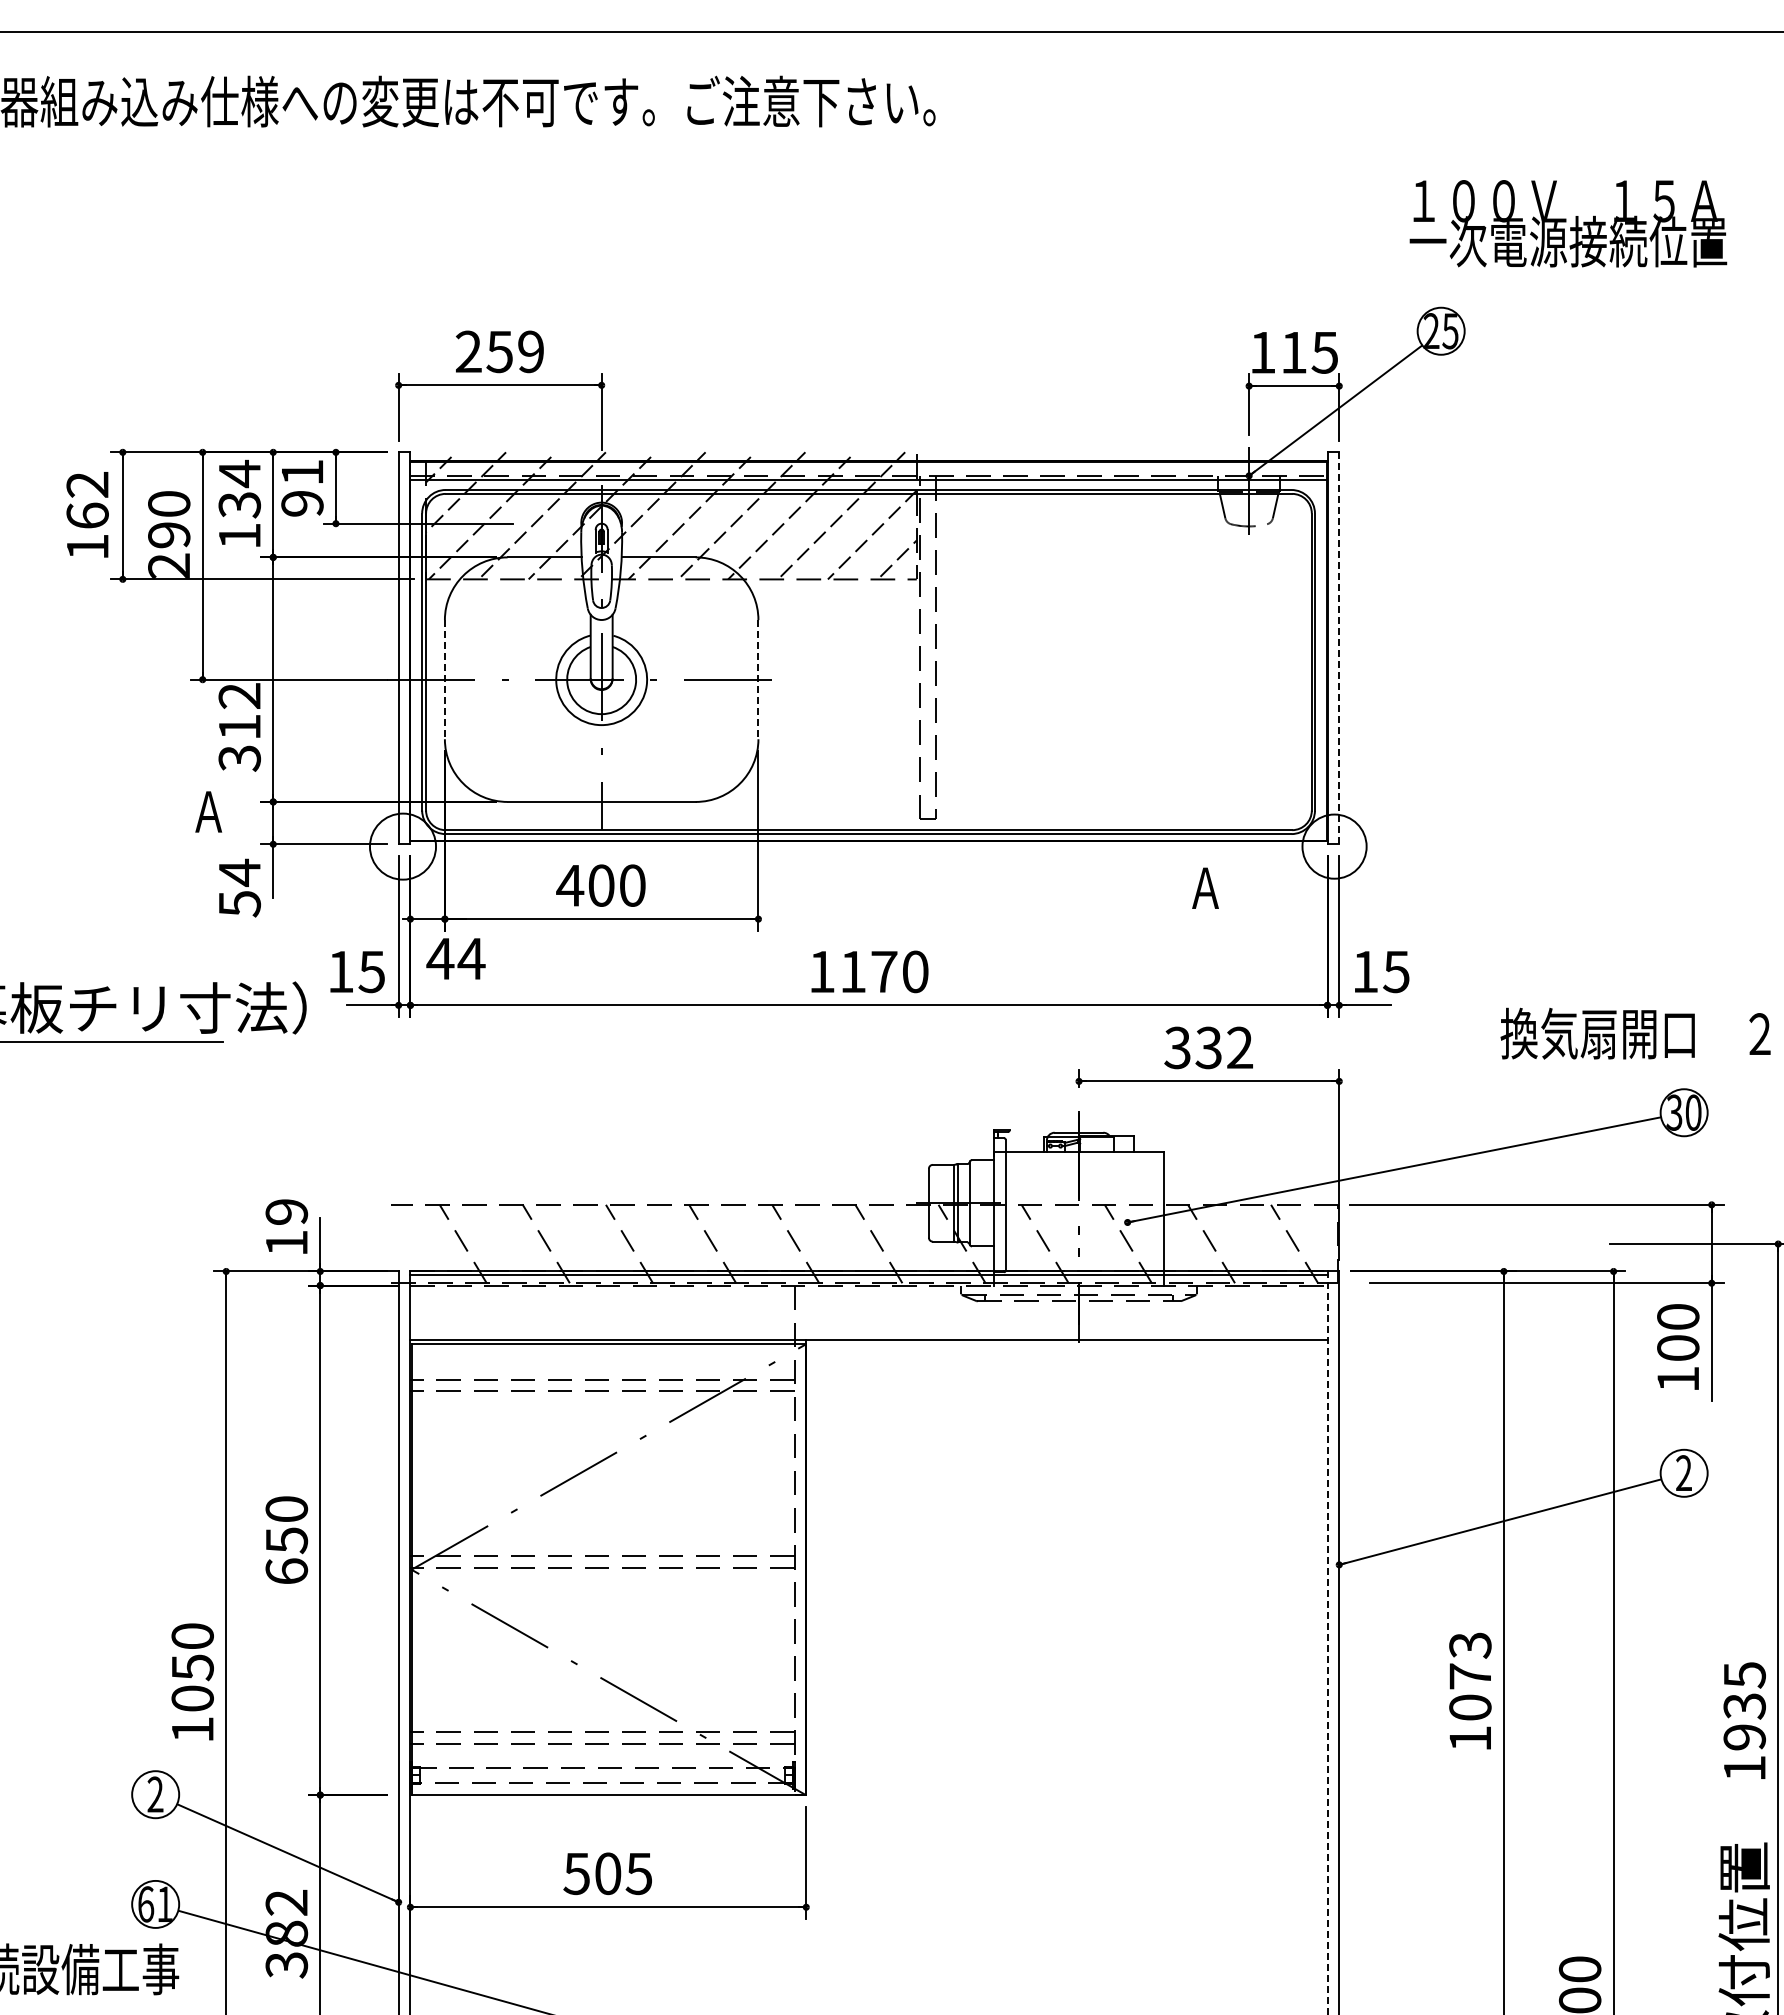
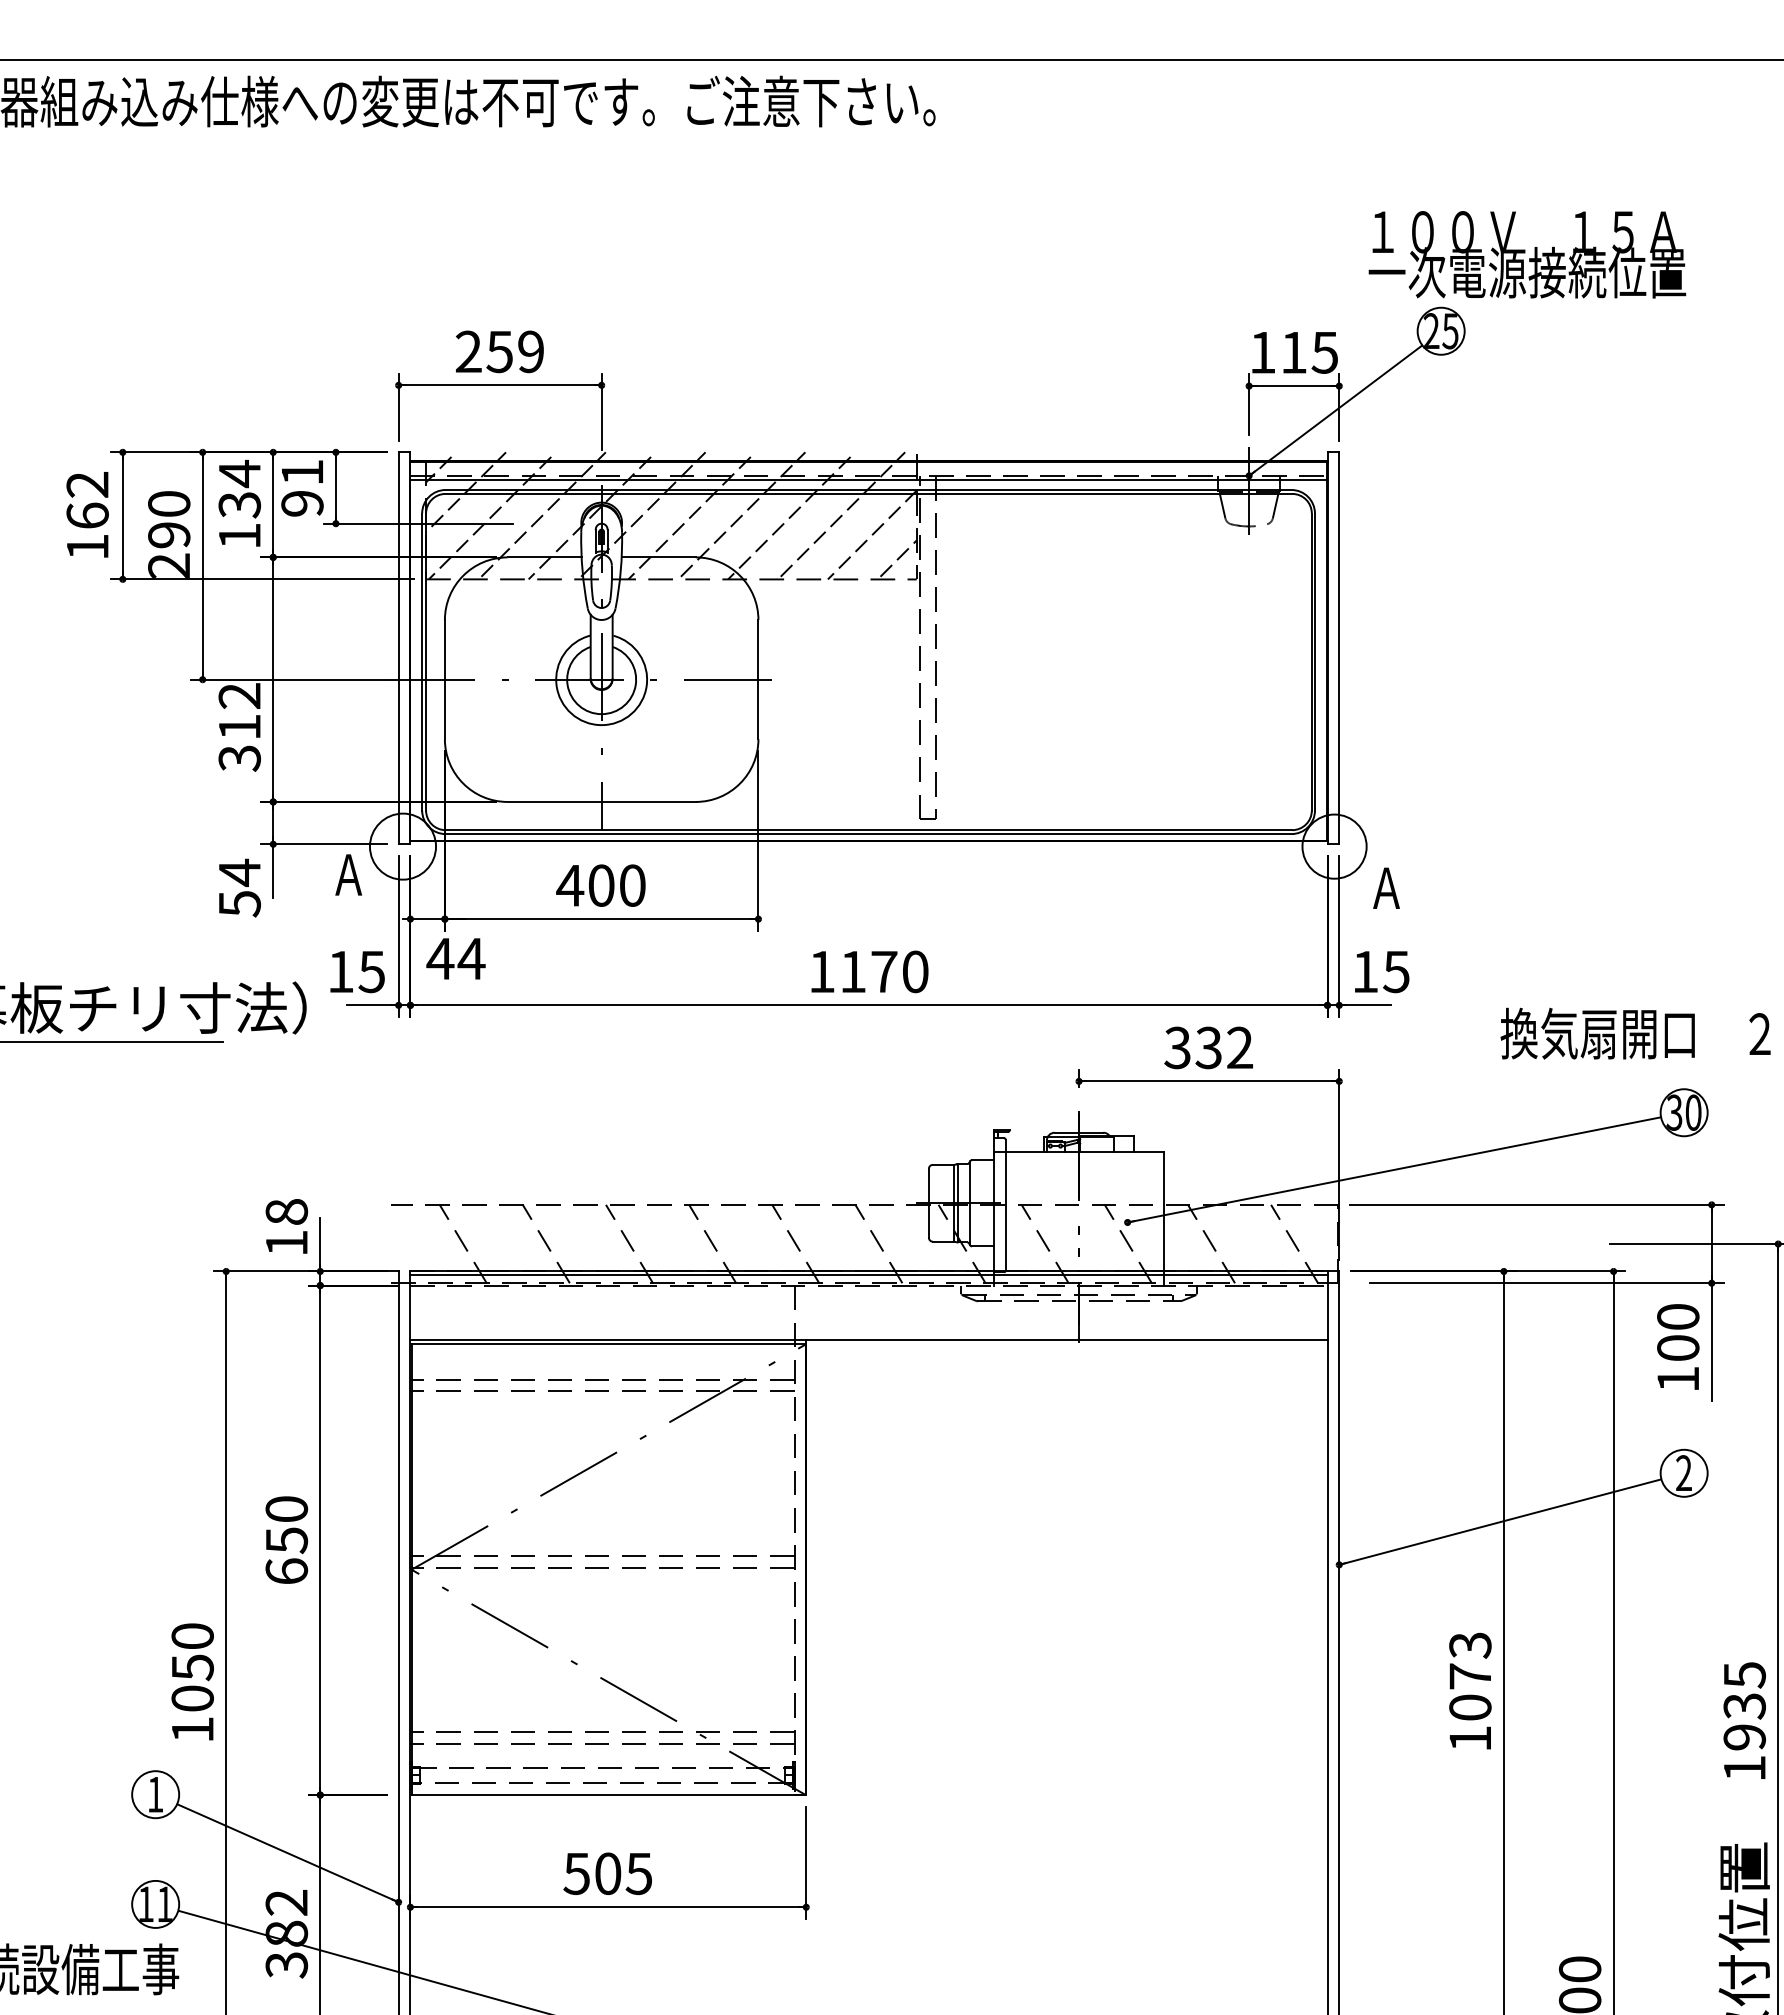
line at (891, 32) position: (891, 32) -> (891, 60)
text at (1568, 223) position: (1568, 223) -> (1527, 254)
line at (1339, 648): dashed -> solid
line at (444, 679): dashed -> solid
line at (758, 679): dashed -> solid
text at (208, 811) position: (208, 811) -> (348, 874)
text at (1205, 887) position: (1205, 887) -> (1386, 887)
text at (286, 1211): 19 -> 18
line at (1327, 1642): dashed -> solid
text at (155, 1794): 2 -> 1
text at (146, 1904): 61 -> 11
